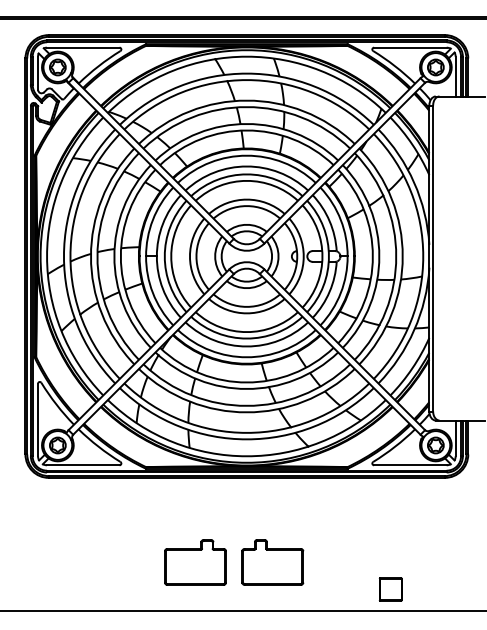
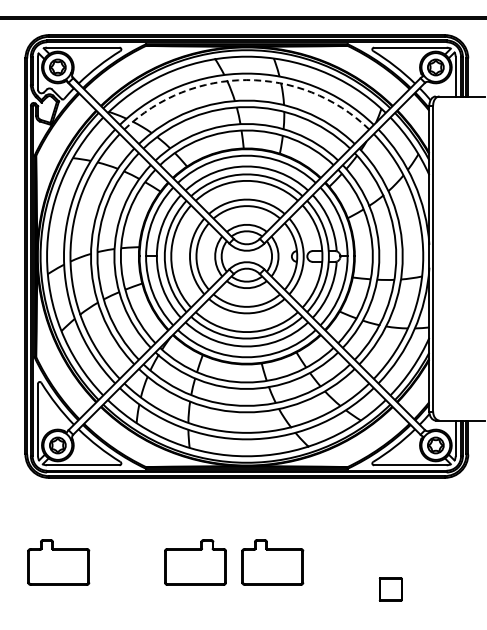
arc at (246, 80): solid -> dashed
part at (58, 562): none -> present
line at (242, 611): present -> none
